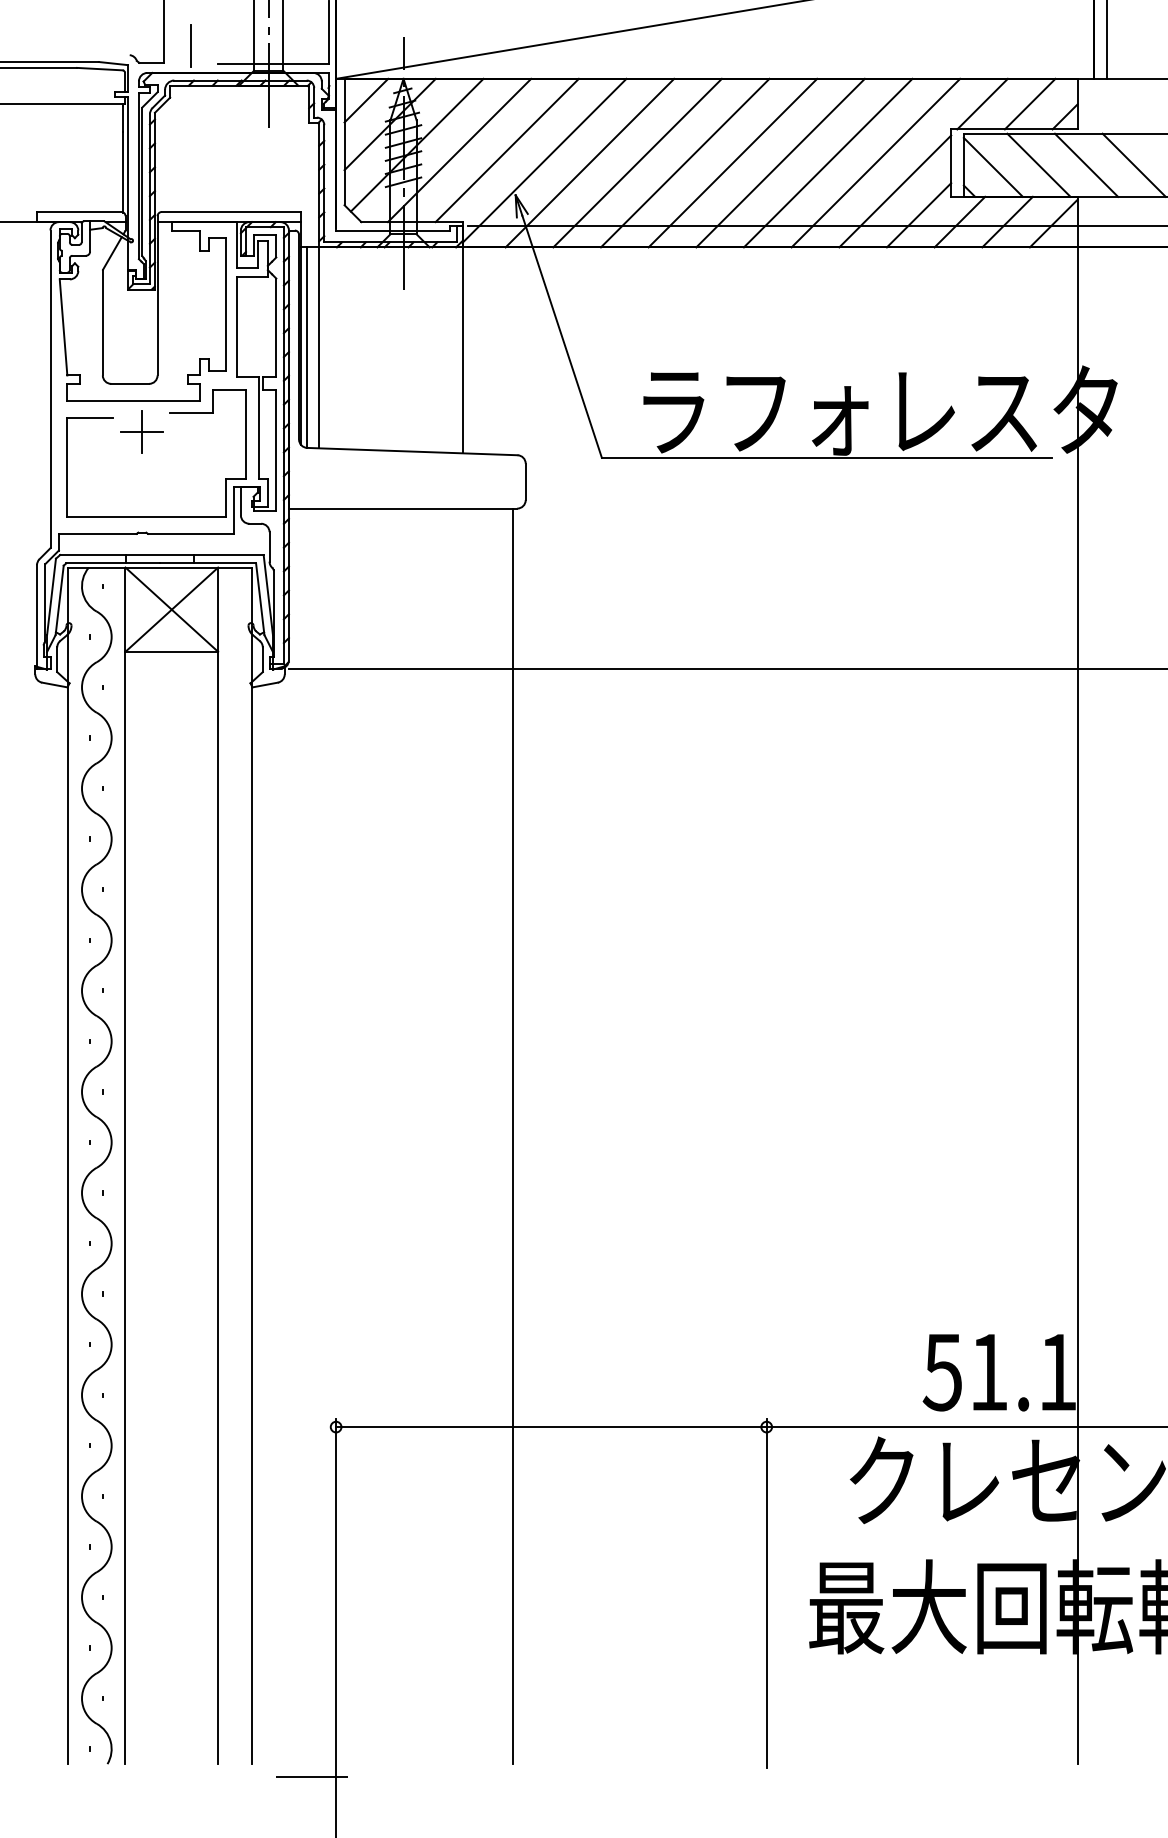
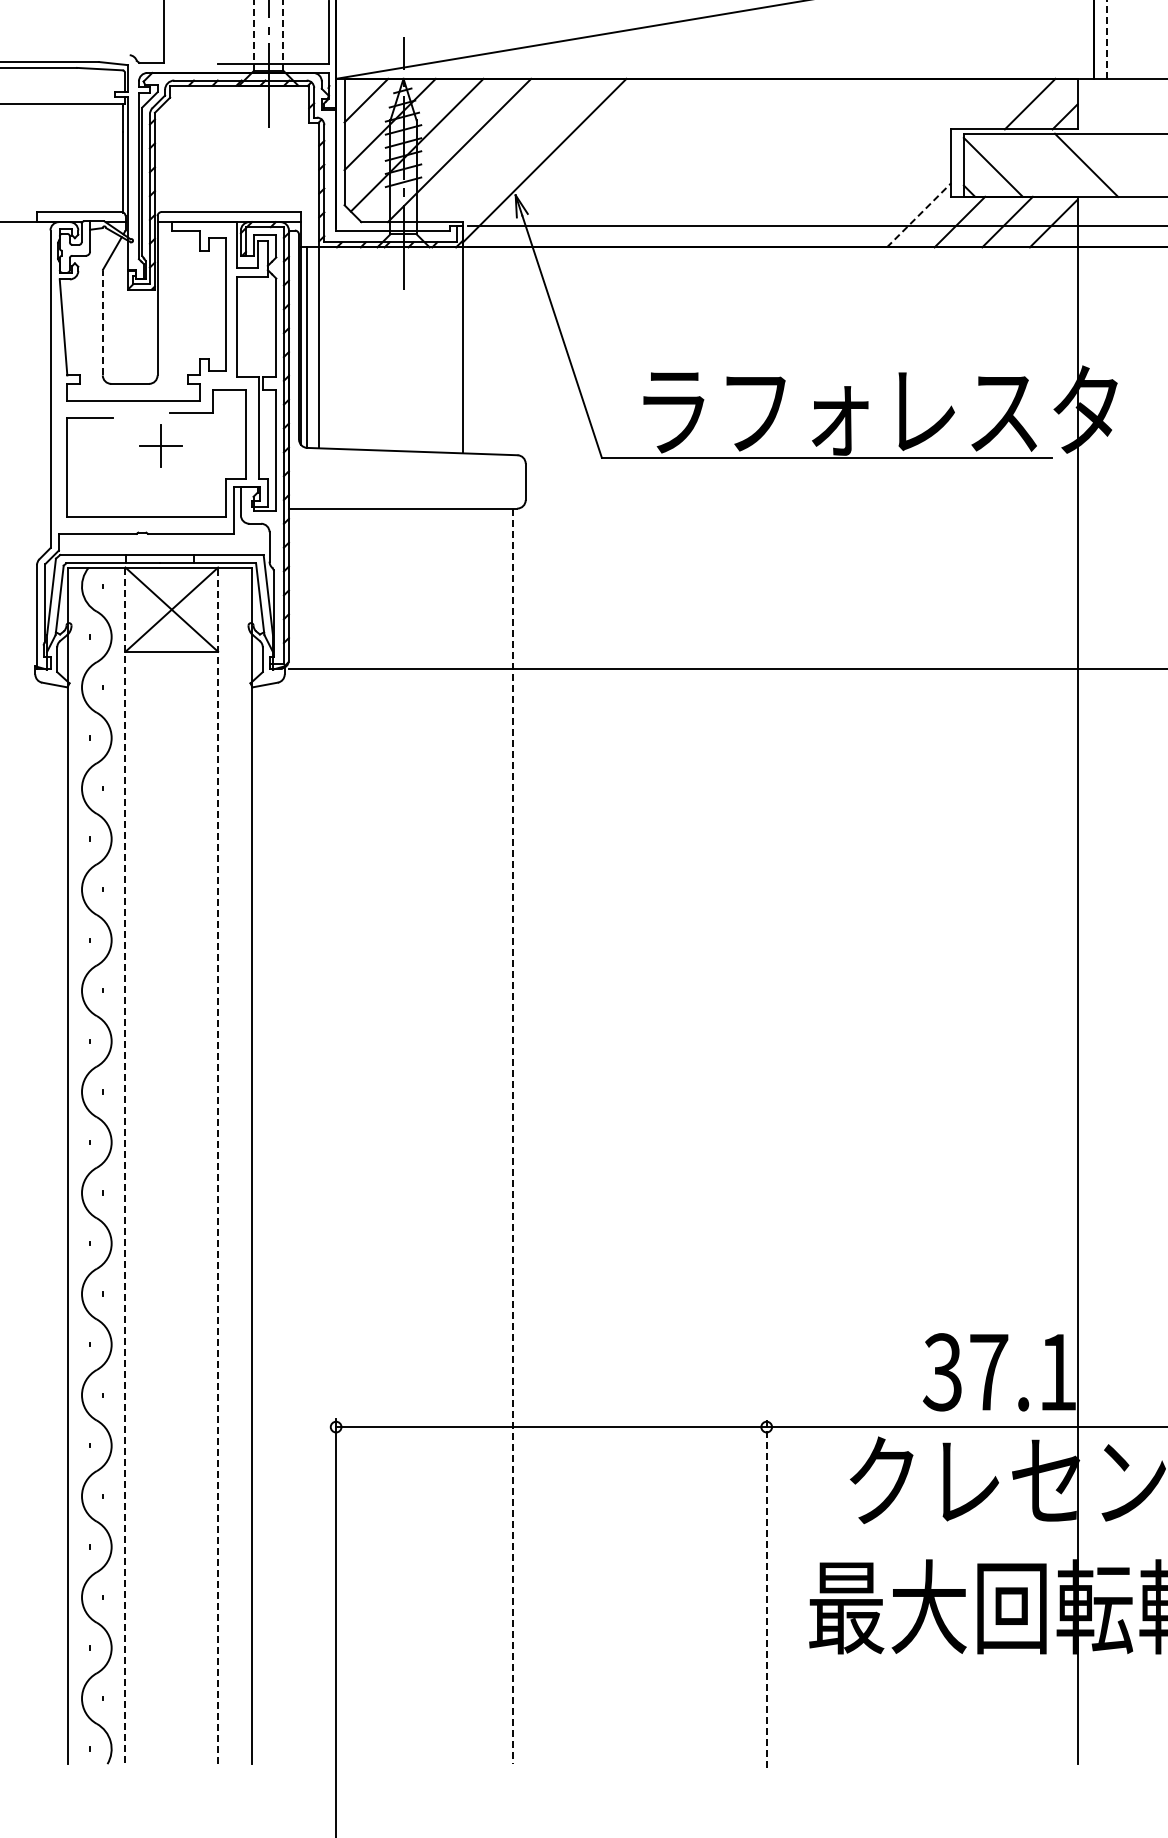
line at (253, 35): solid -> dashed
line at (283, 35): solid -> dashed
line at (1107, 39): solid -> dashed
line at (191, 45): present -> none
line at (982, 103): present -> none
line at (506, 150): present -> none
line at (589, 162): present -> none
line at (637, 162): present -> none
line at (684, 162): present -> none
line at (732, 162): present -> none
line at (780, 162): present -> none
line at (827, 162): present -> none
line at (875, 162): present -> none
line at (1038, 164): present -> none
line at (1133, 164): present -> none
line at (895, 191): present -> none
line at (919, 214): solid -> dashed
line at (102, 322): solid -> dashed
part at (141, 431) position: (141, 431) -> (160, 445)
line at (513, 1136): solid -> dashed
line at (218, 1165): solid -> dashed
line at (125, 1166): solid -> dashed
text at (965, 1372): 51.1 -> 37.1
line at (766, 1593): solid -> dashed
line at (312, 1776): present -> none
